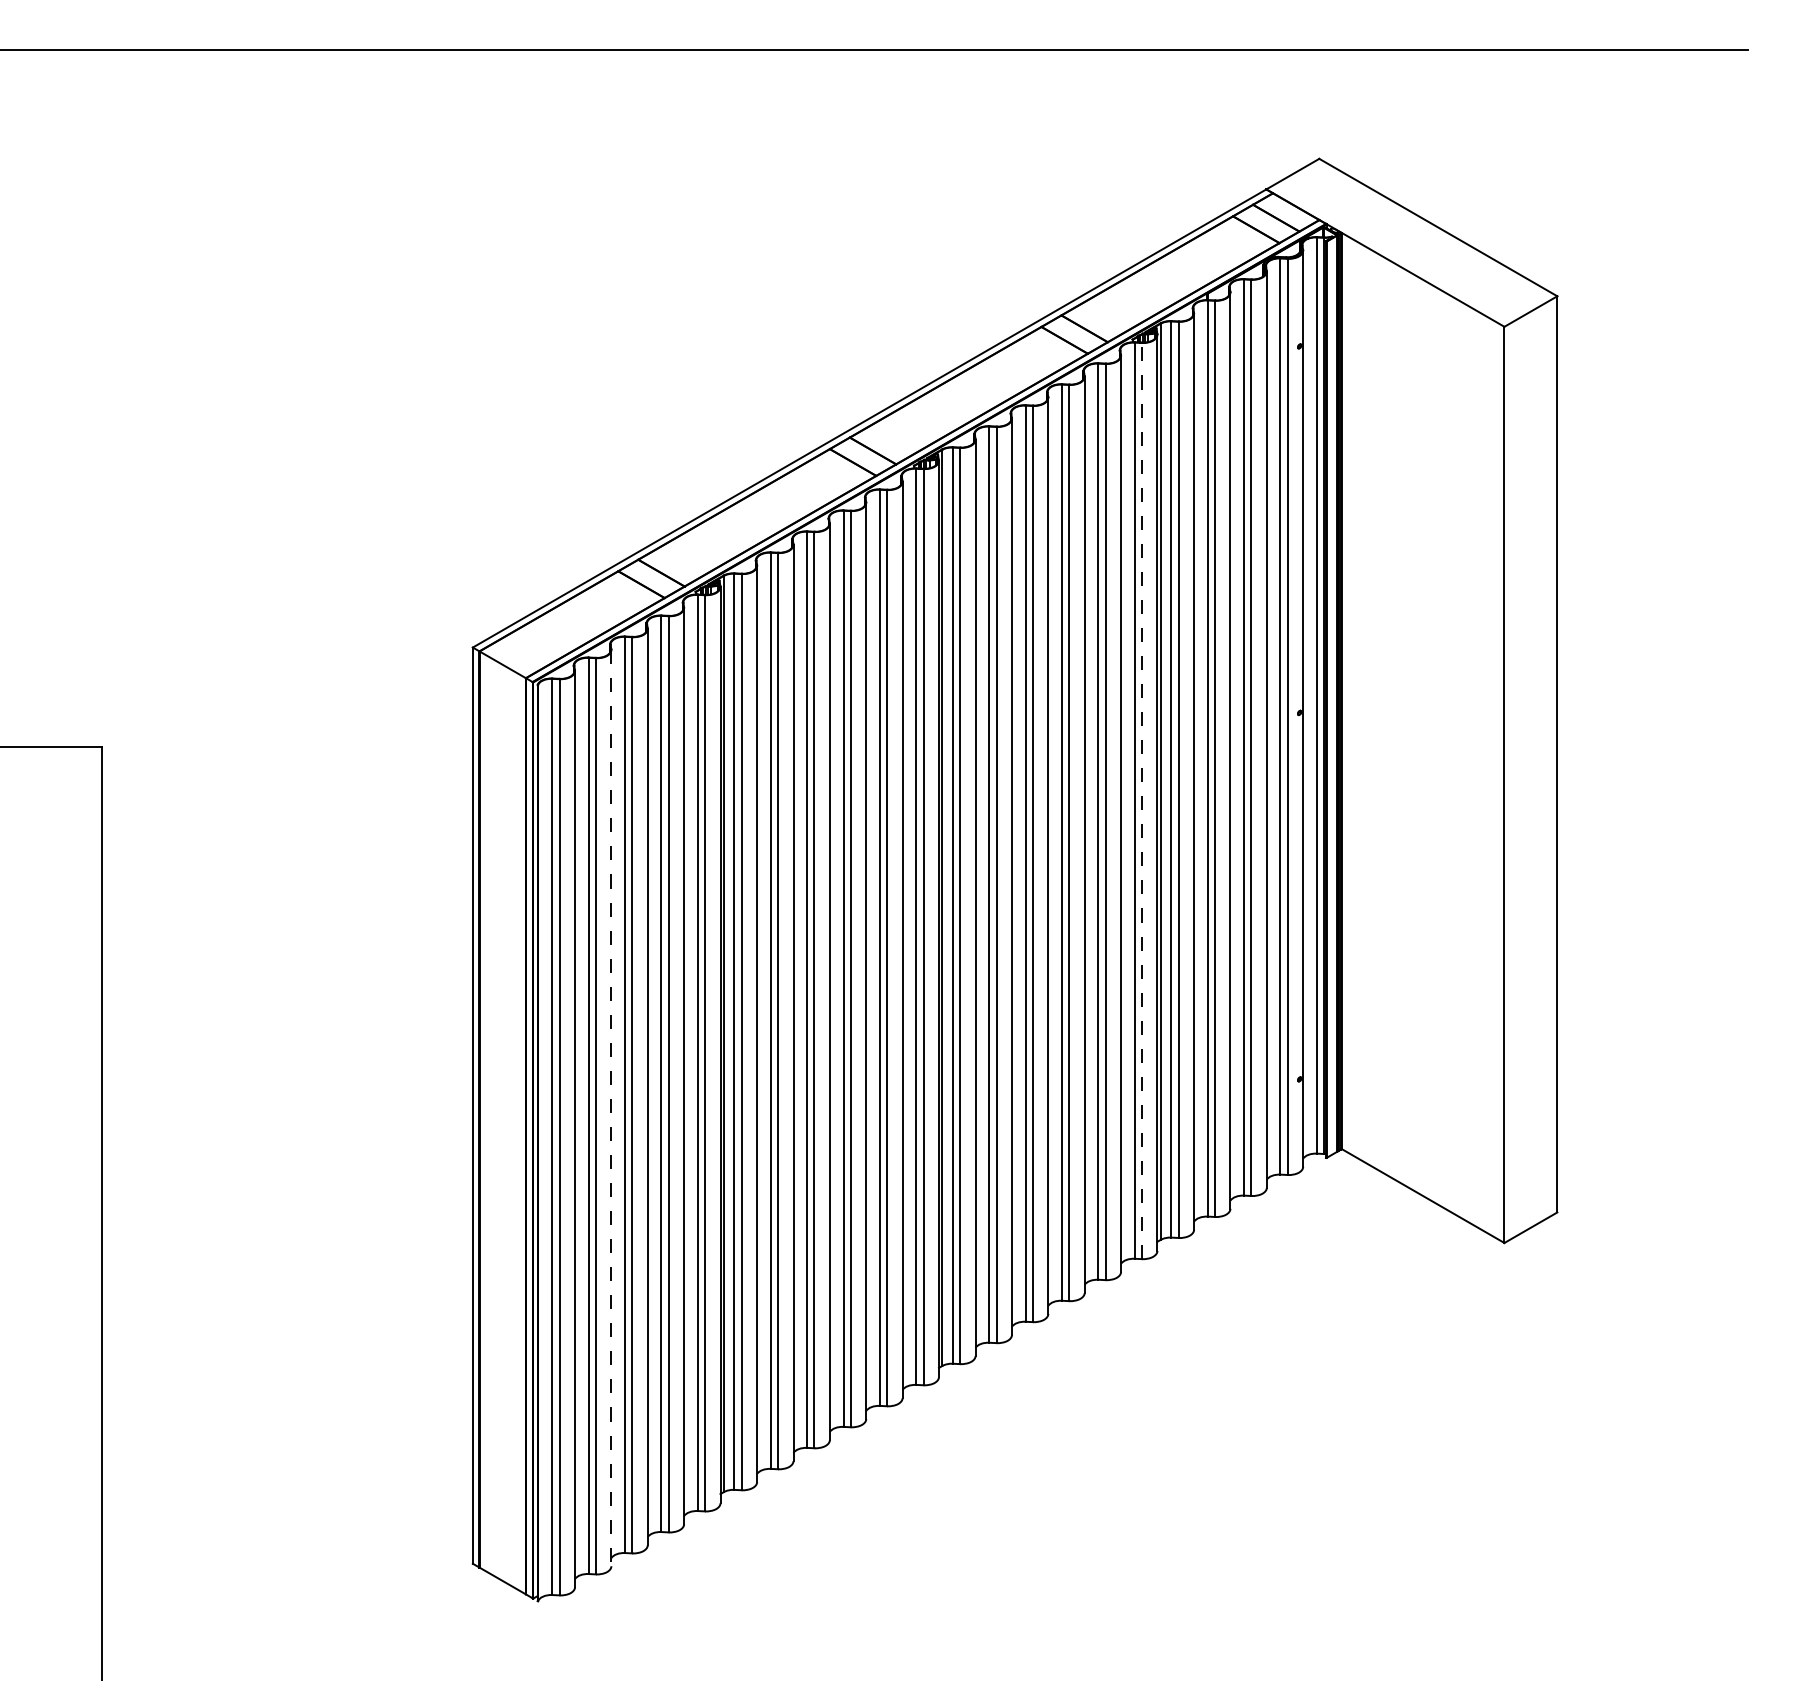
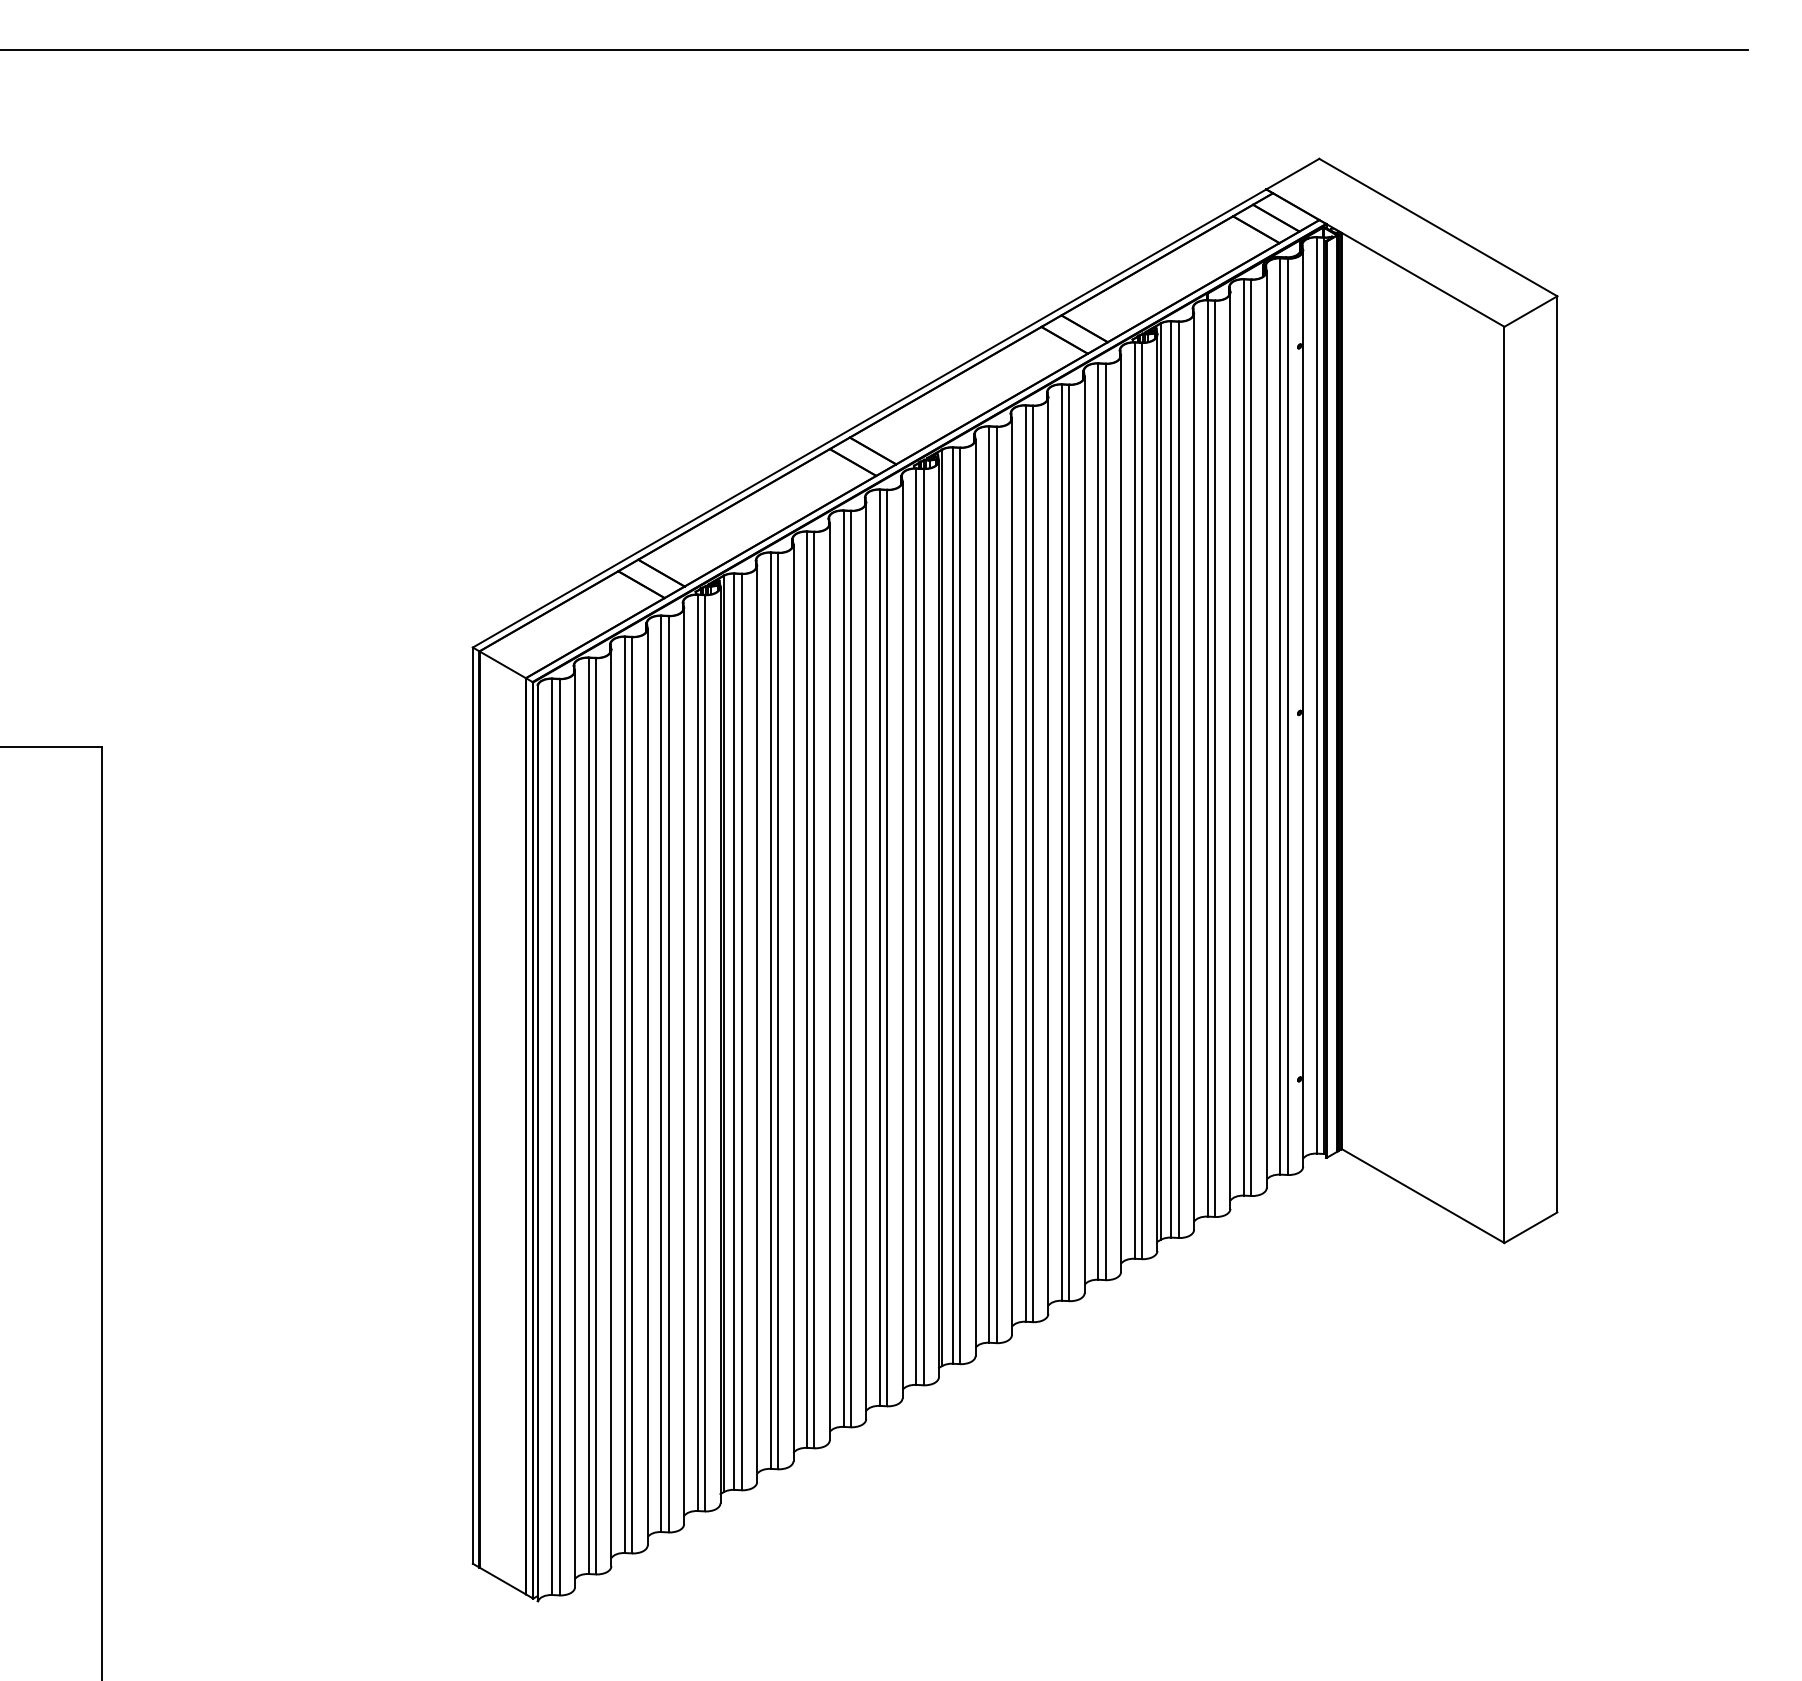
line at (1142, 800): dashed -> solid
line at (611, 1108): dashed -> solid
